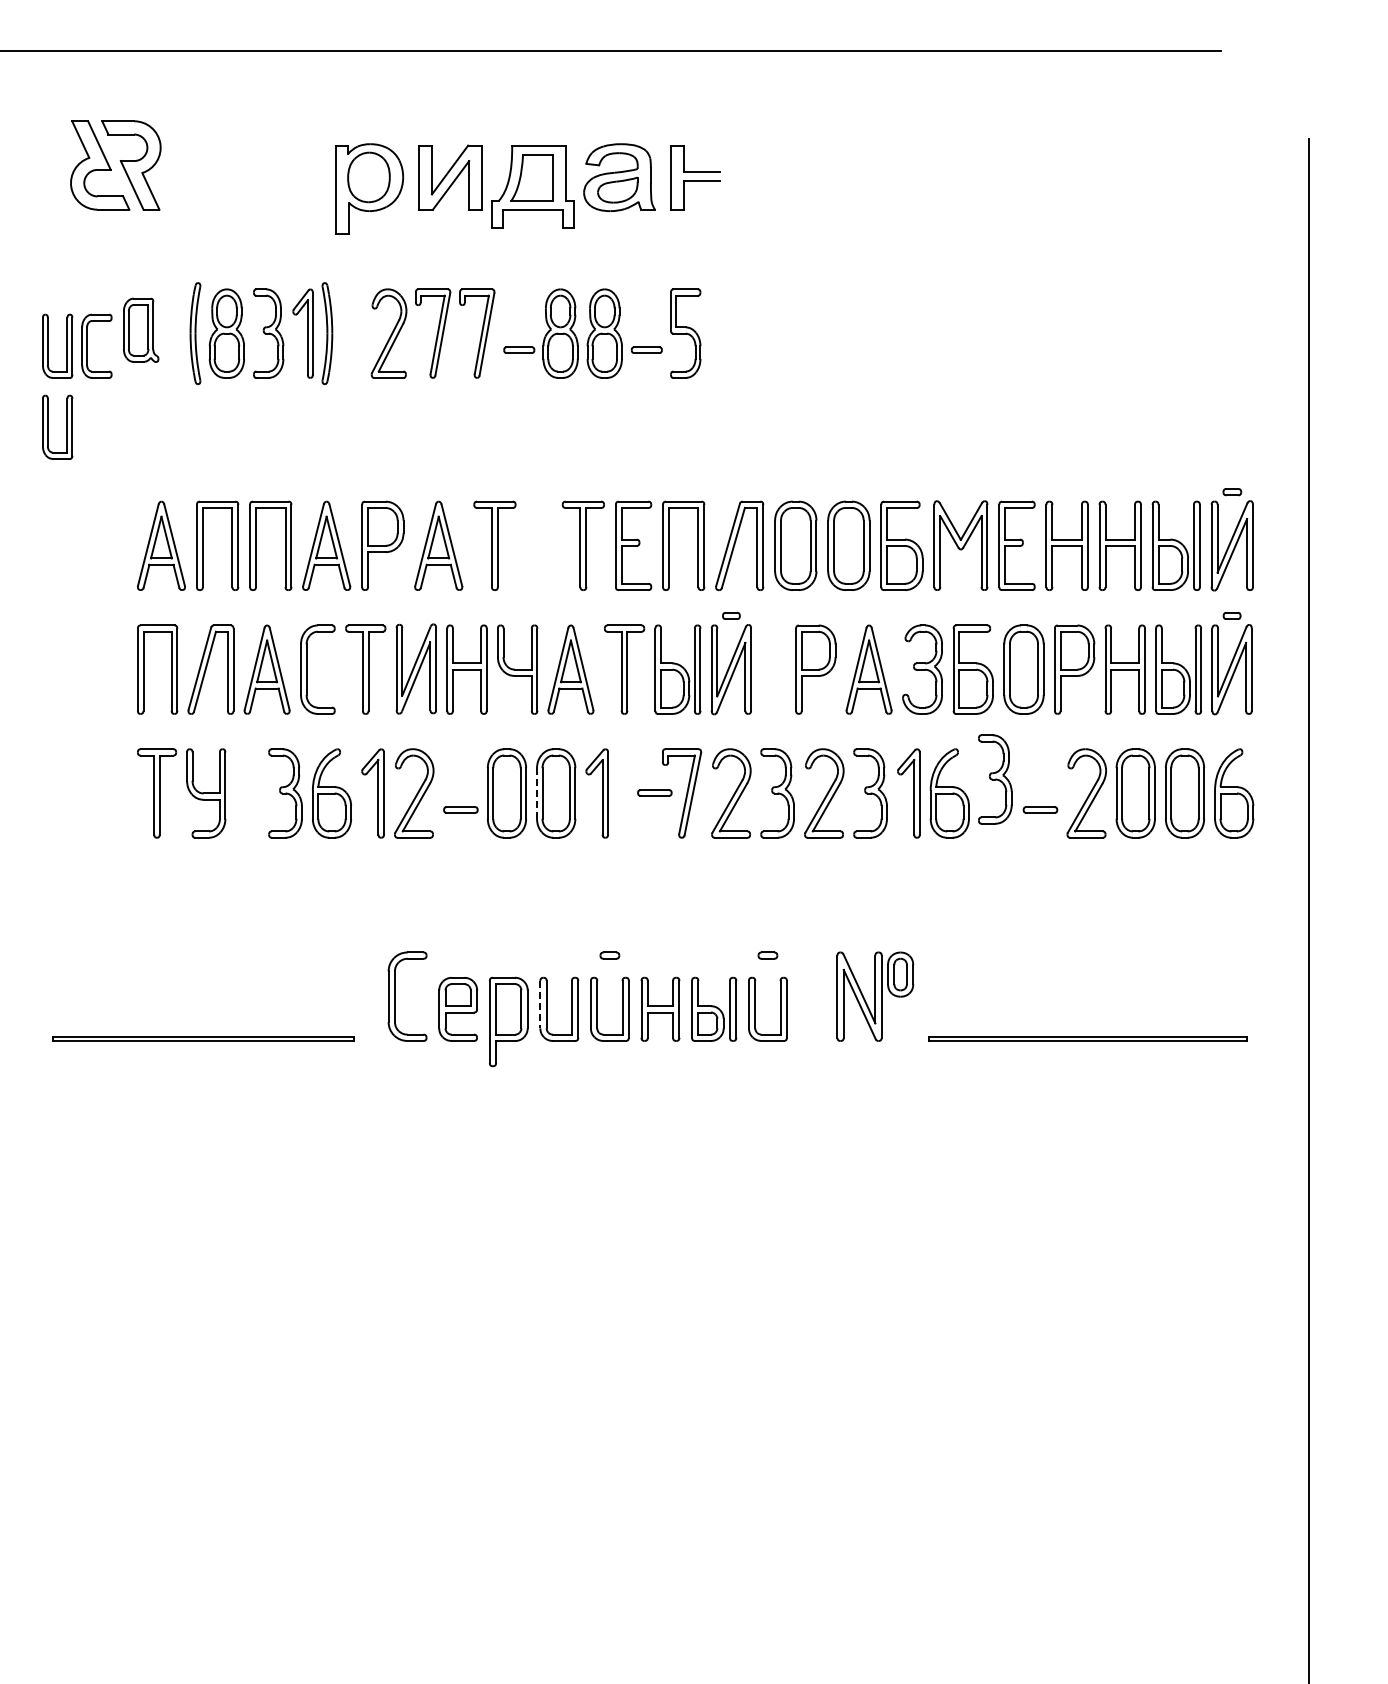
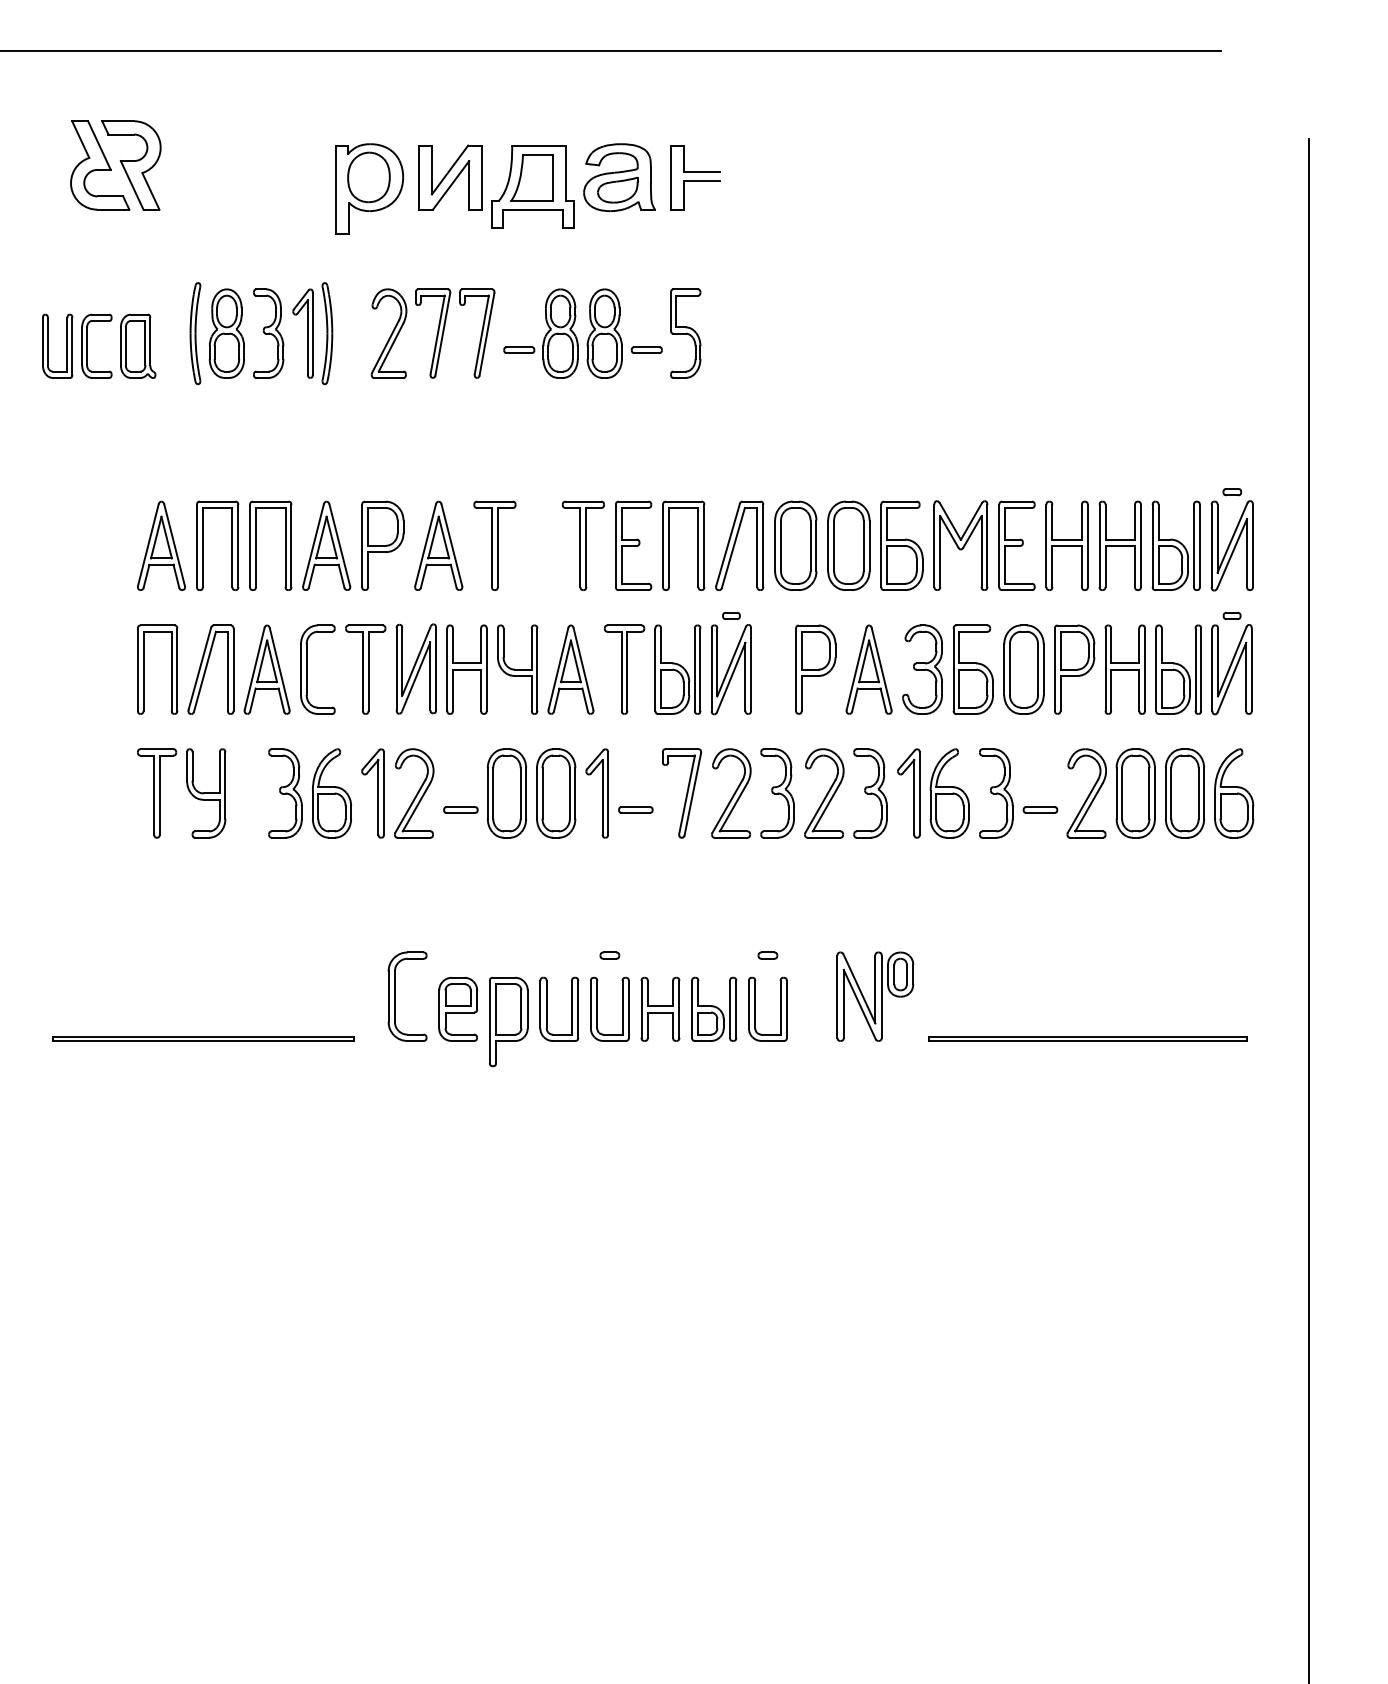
part at (141, 329) position: (141, 329) -> (138, 345)
part at (48, 426): present -> none
part at (995, 779) position: (995, 779) -> (996, 793)
part at (654, 792) position: (654, 792) -> (635, 809)
line at (537, 793): dashed -> solid
line at (540, 1004): dashed -> solid
